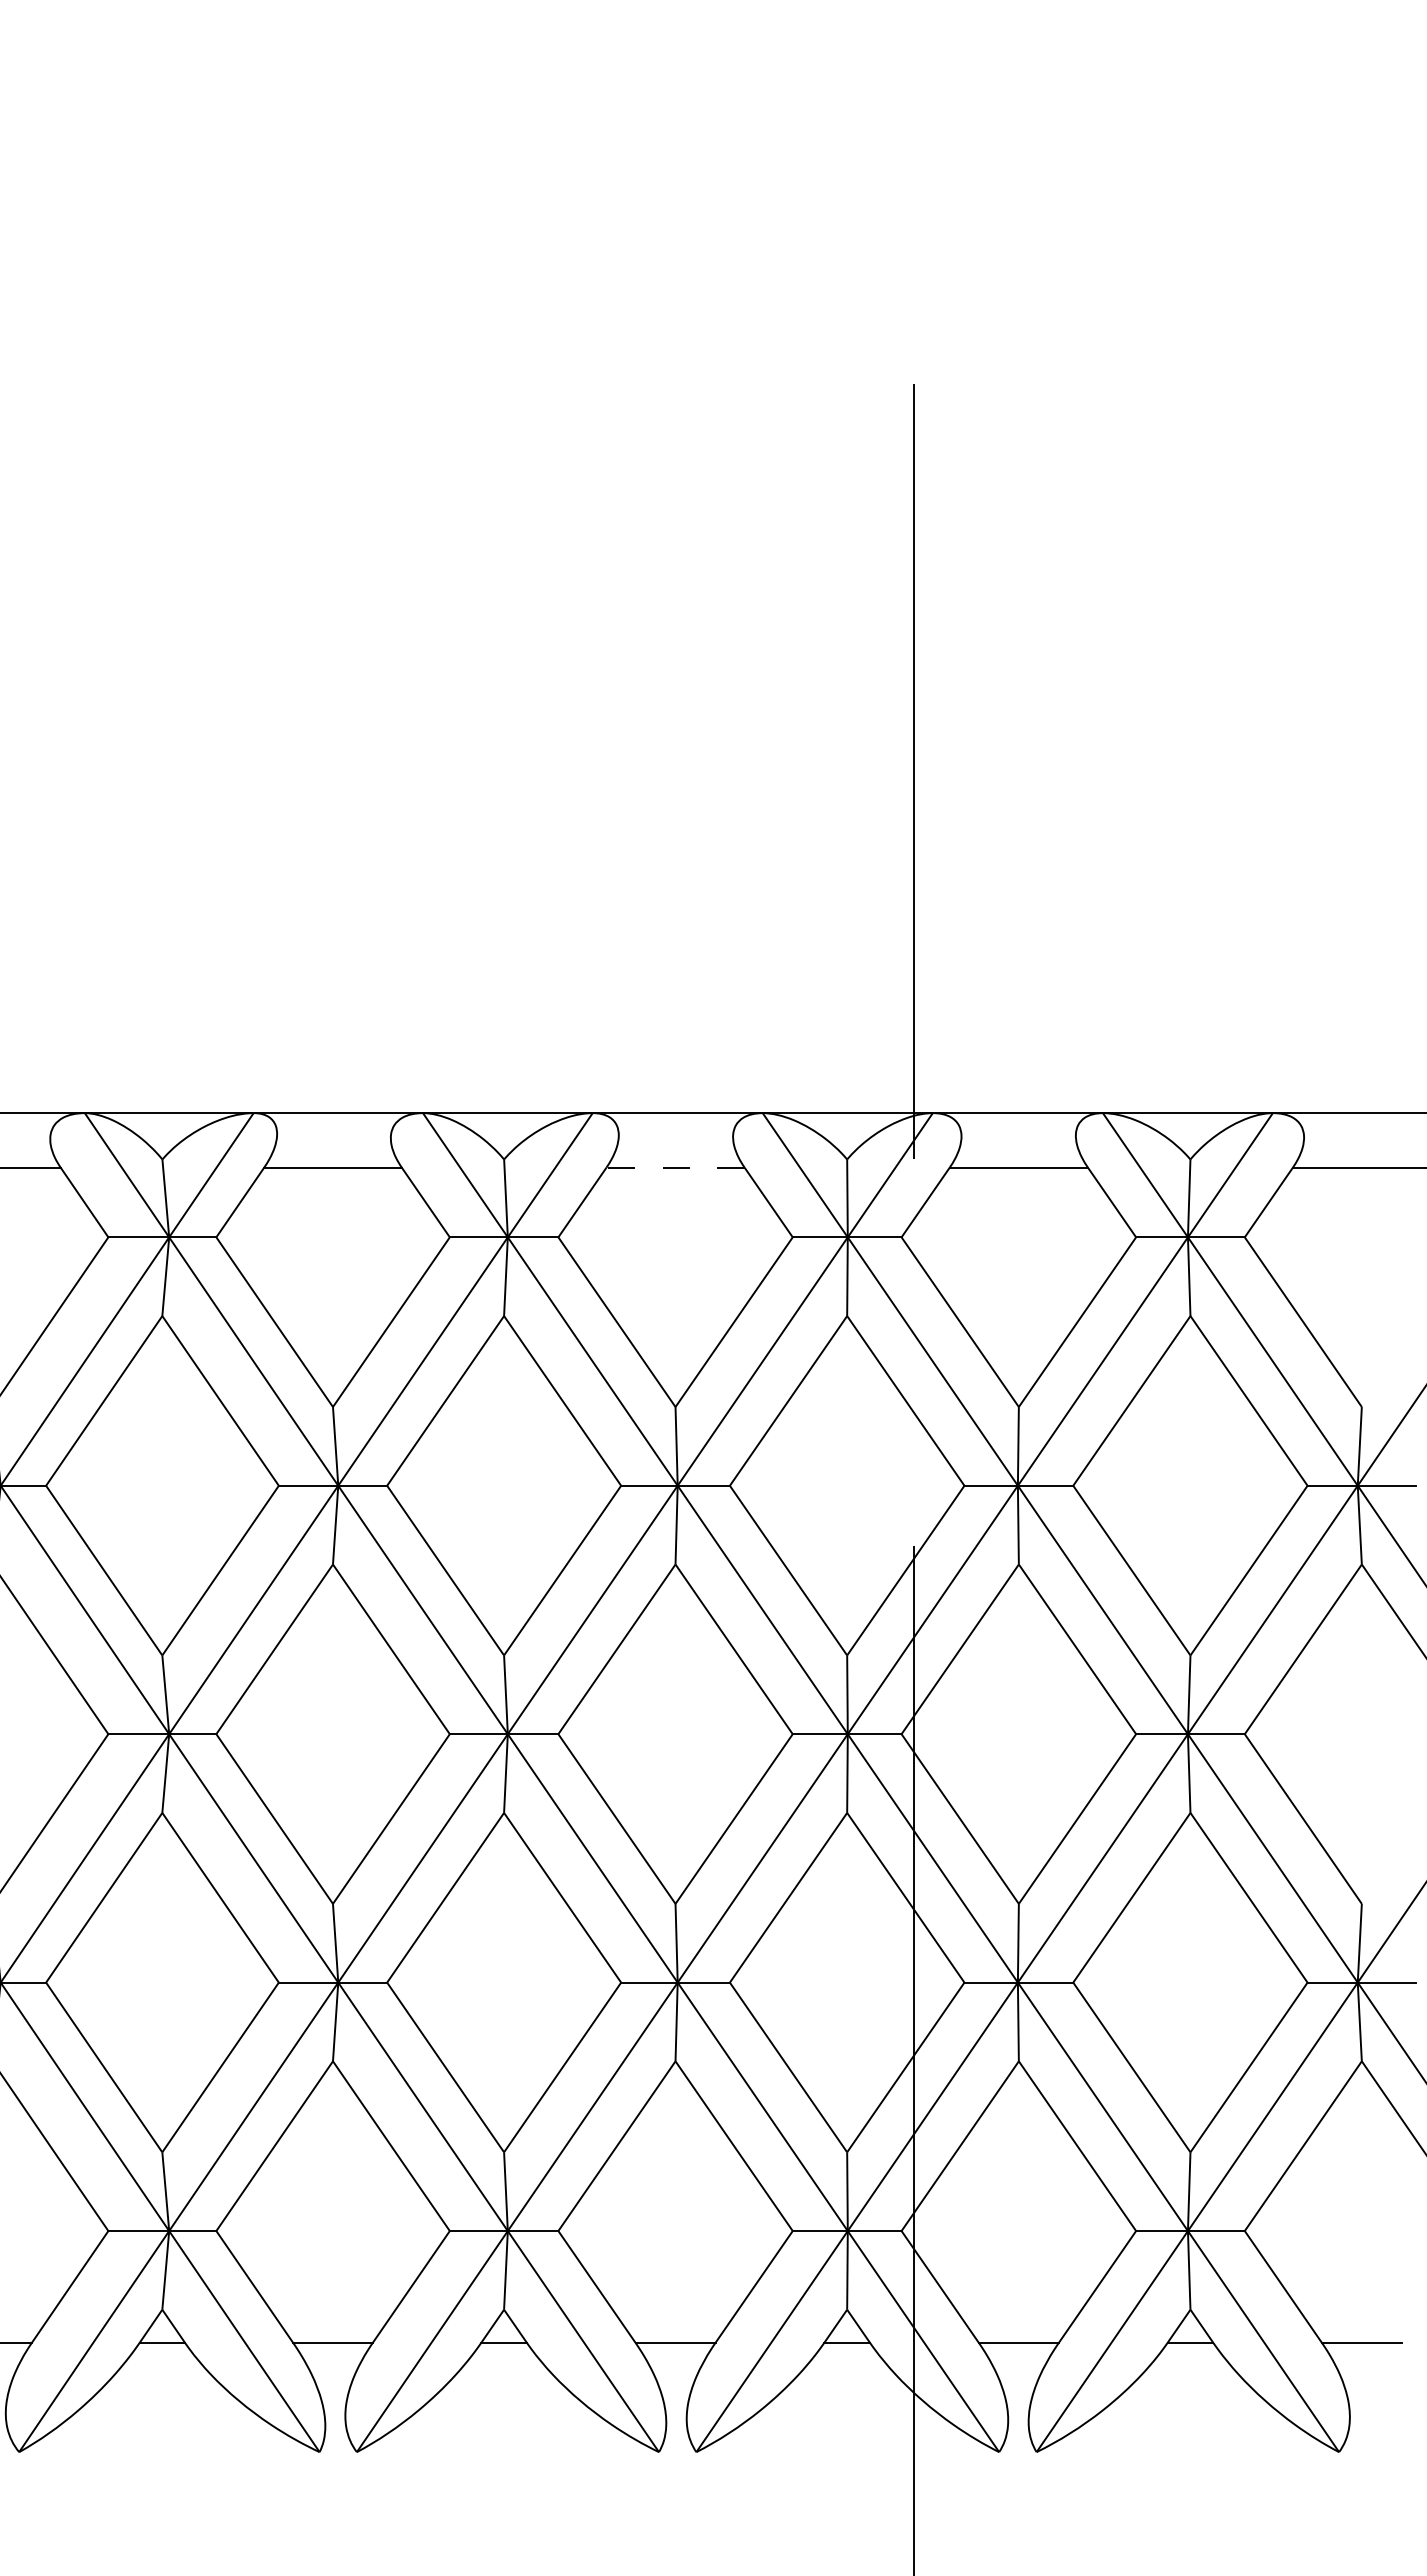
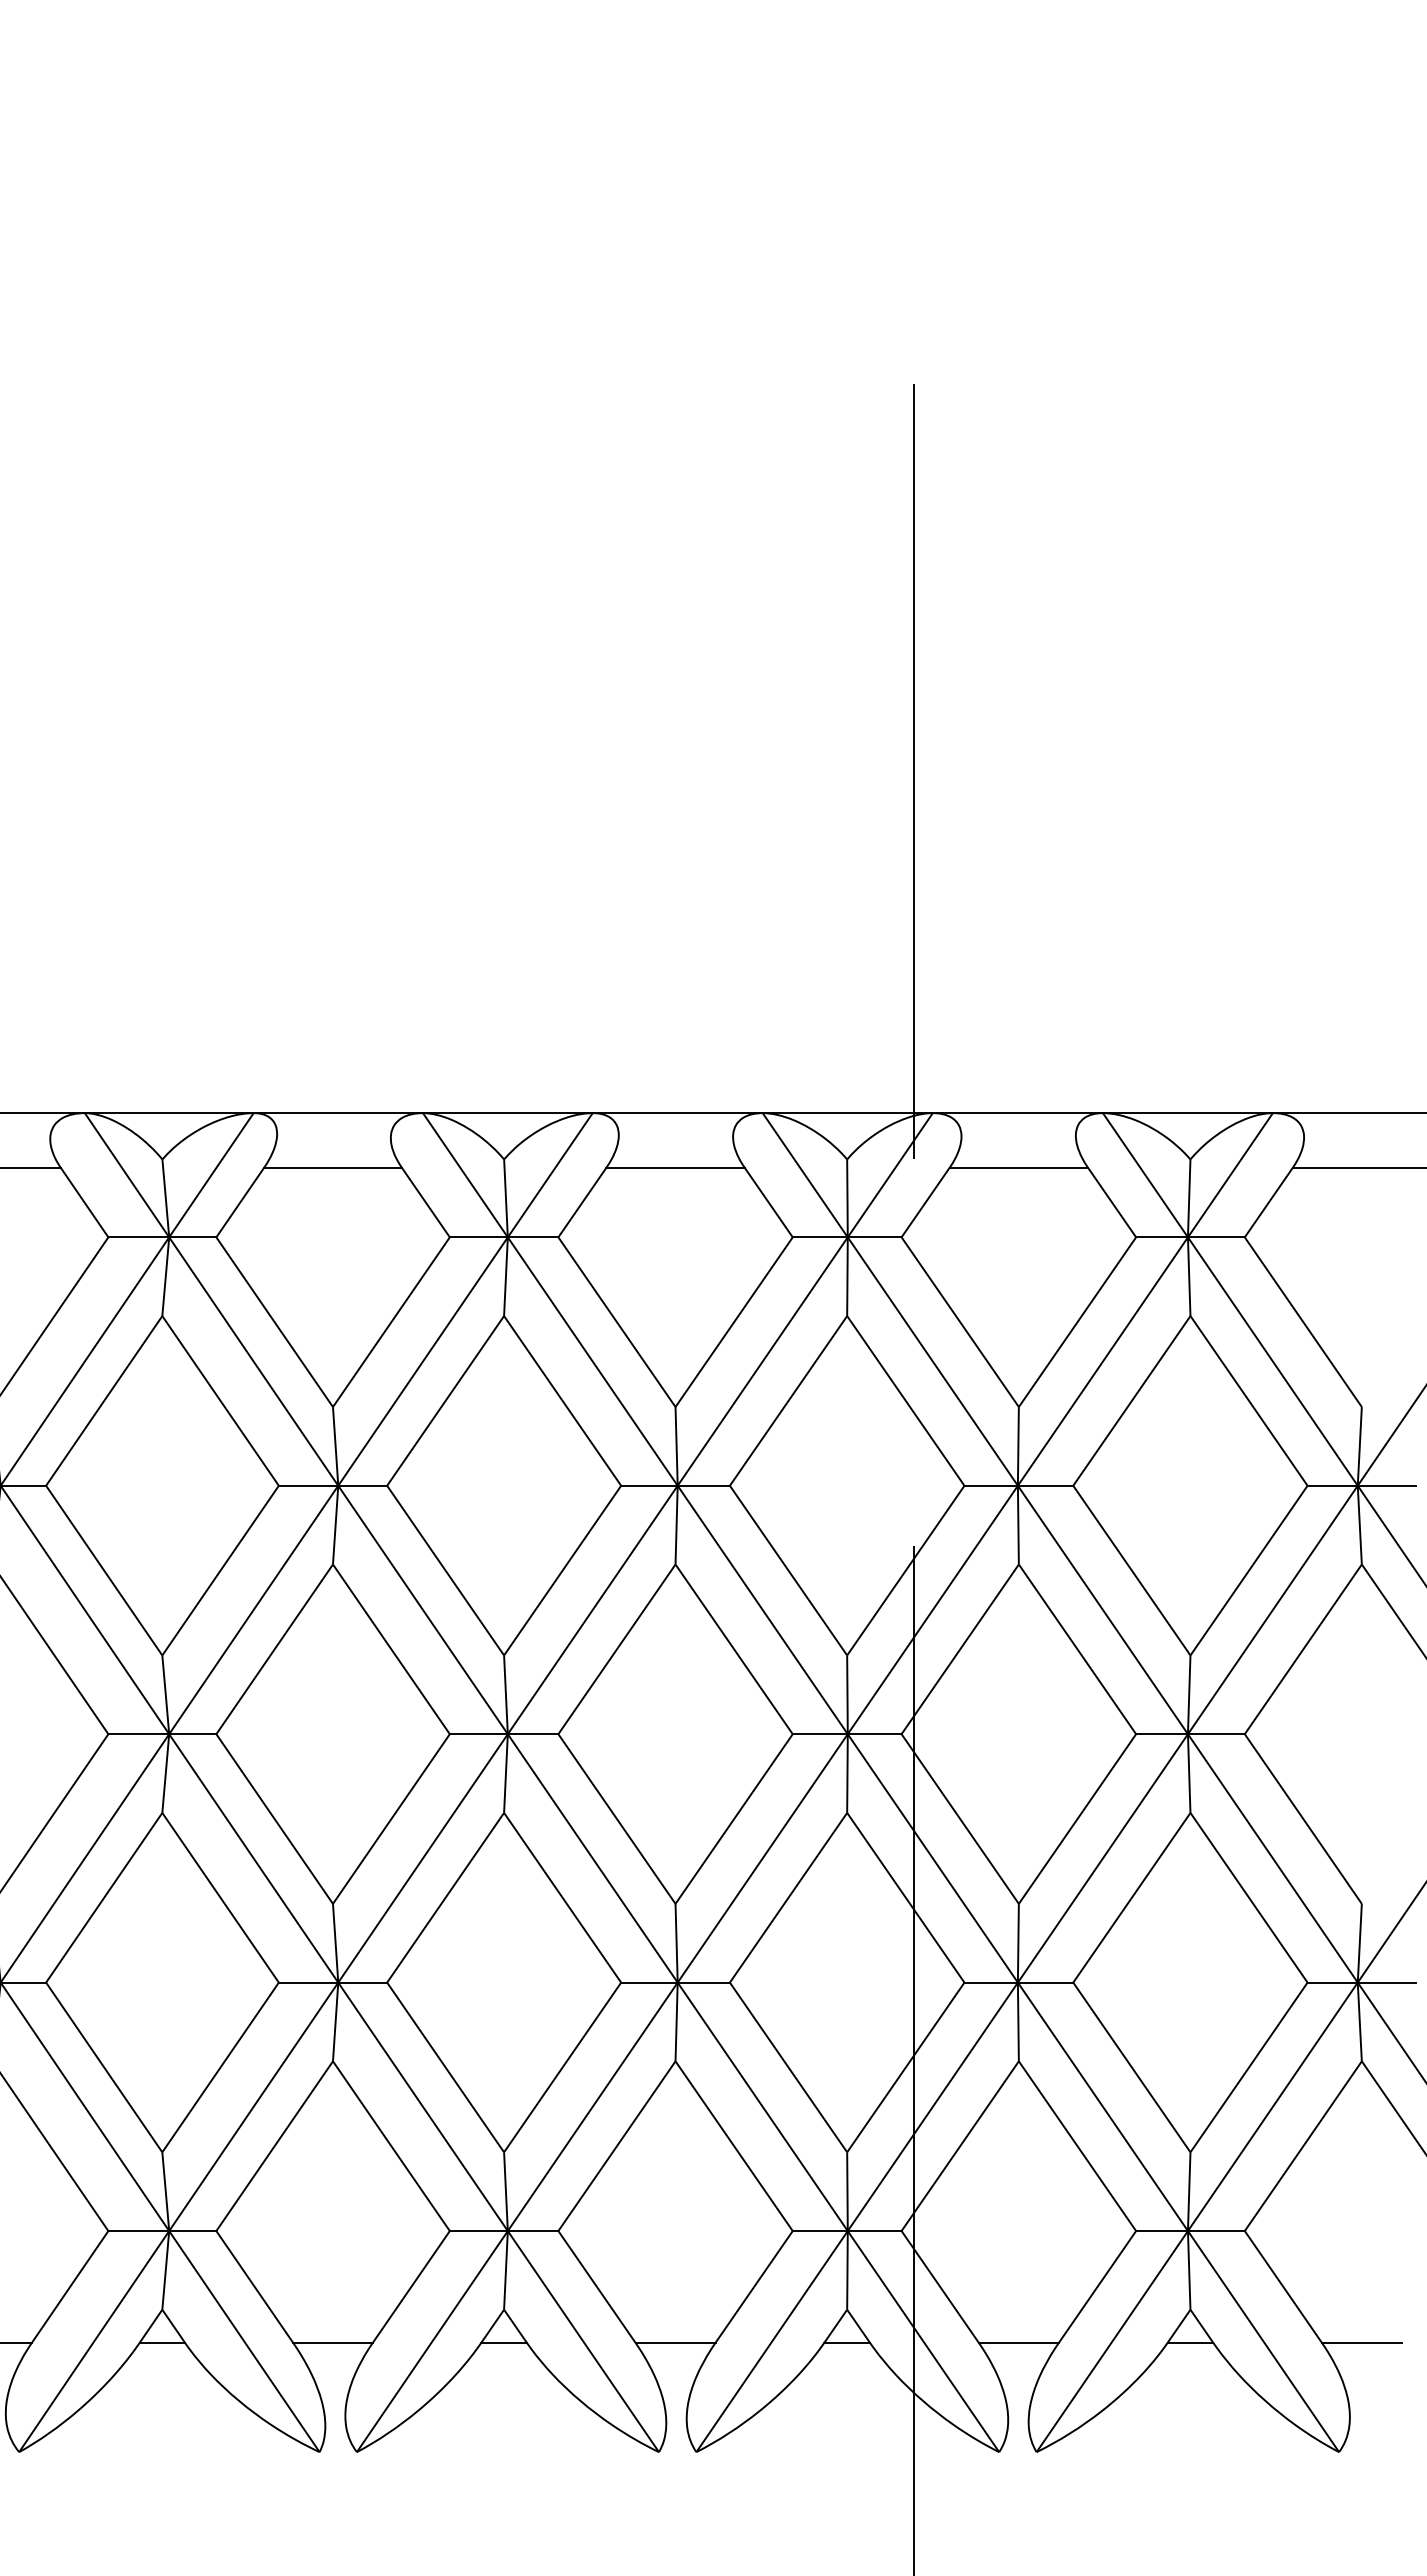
line at (675, 1167): dashed -> solid
